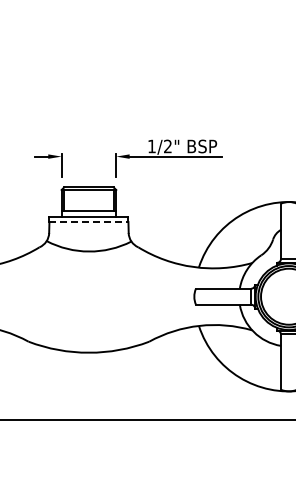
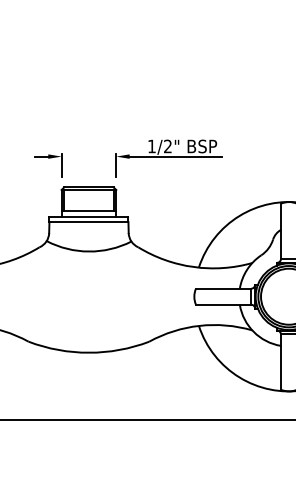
line at (89, 222): dashed -> solid
